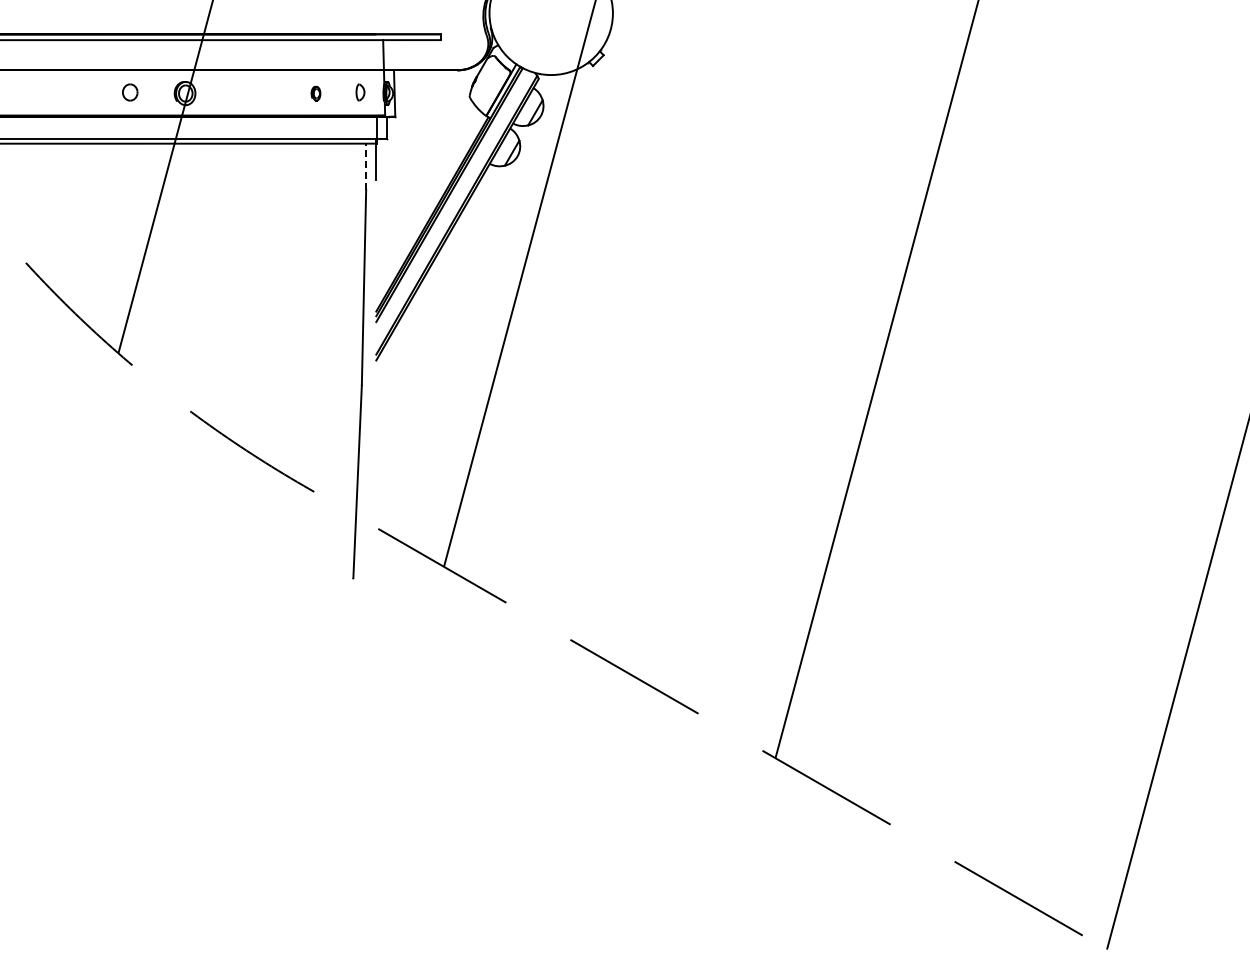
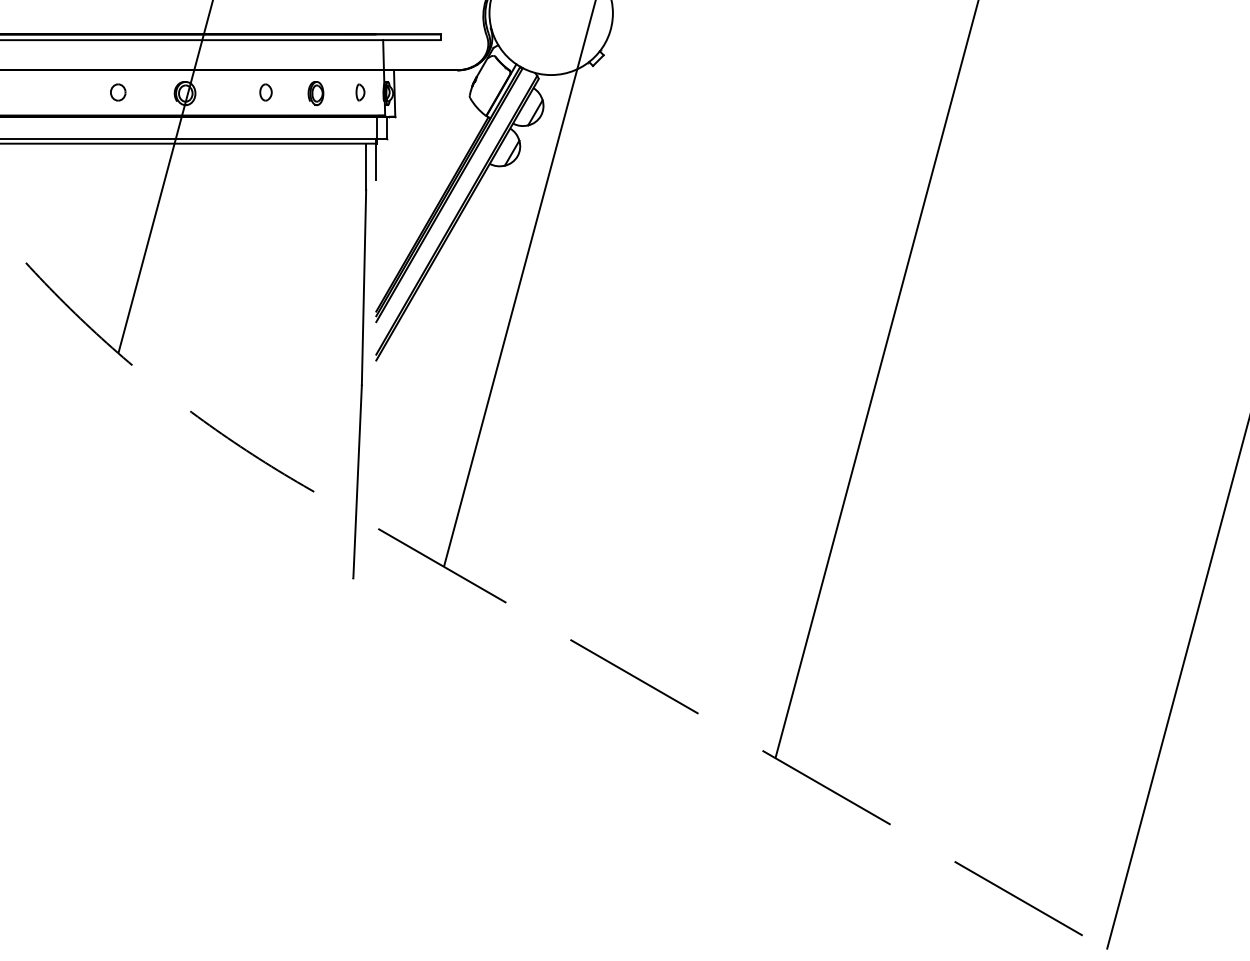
part at (130, 92) position: (130, 92) -> (118, 92)
part at (265, 92): none -> present
part at (315, 93) size: 12x17 px -> 18x26 px
line at (366, 166): dashed -> solid
